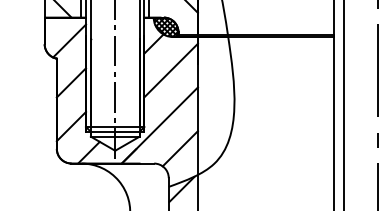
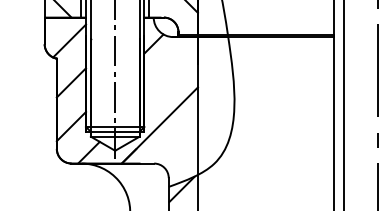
hatch at (165, 27): present -> none
line at (170, 70): present -> none
line at (179, 148): present -> none
